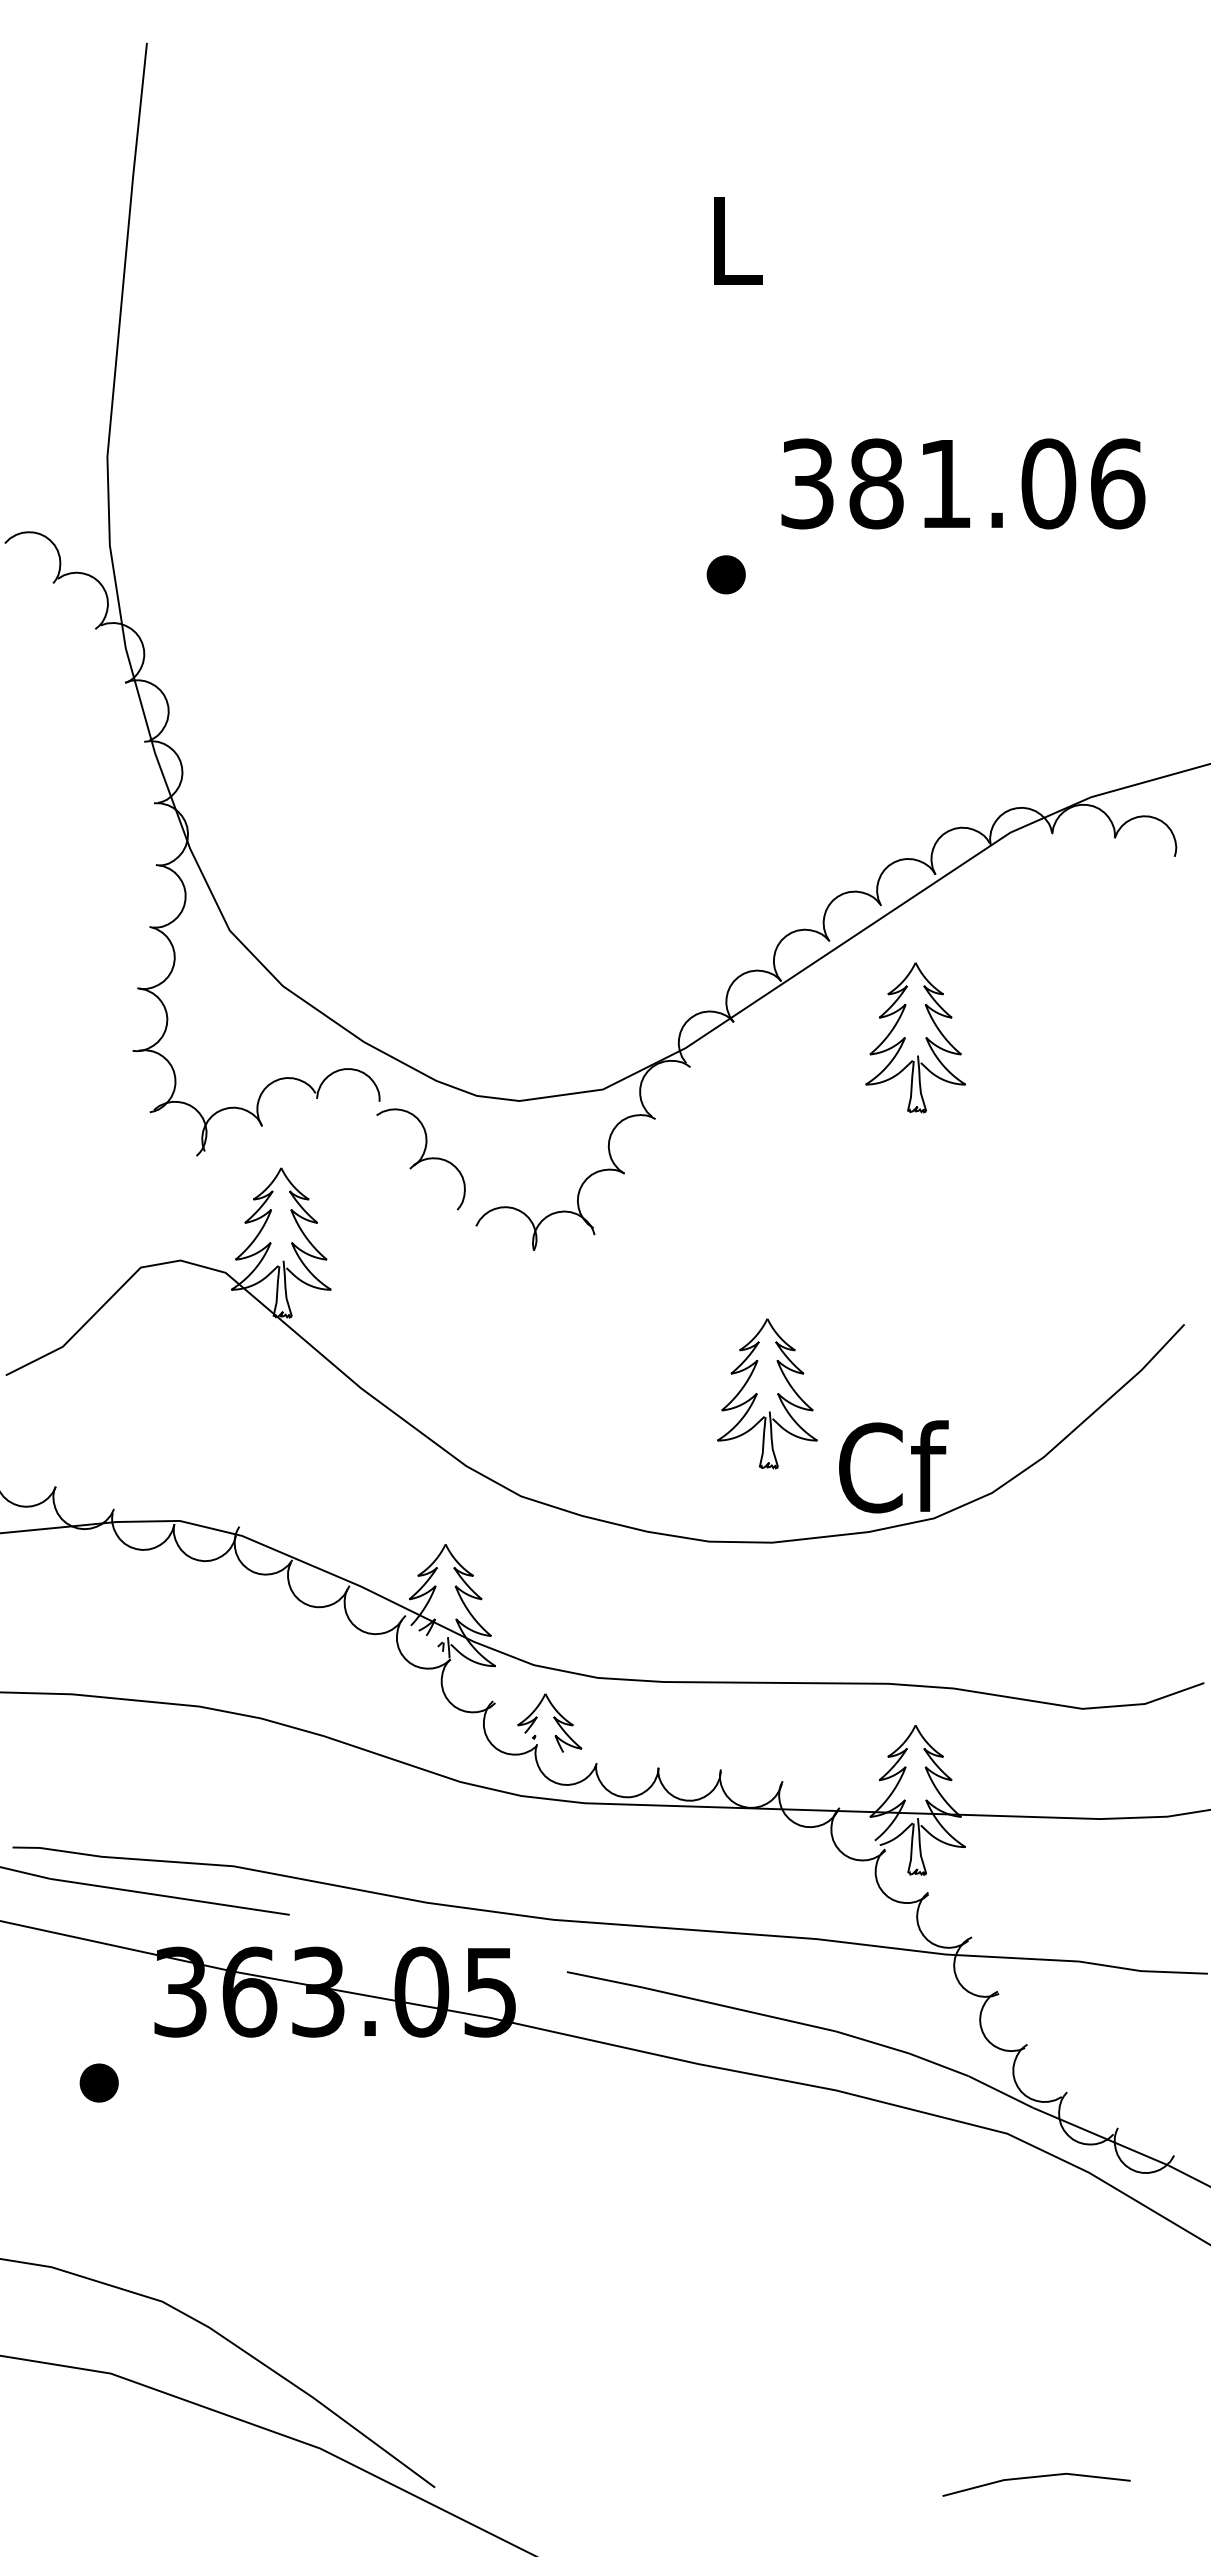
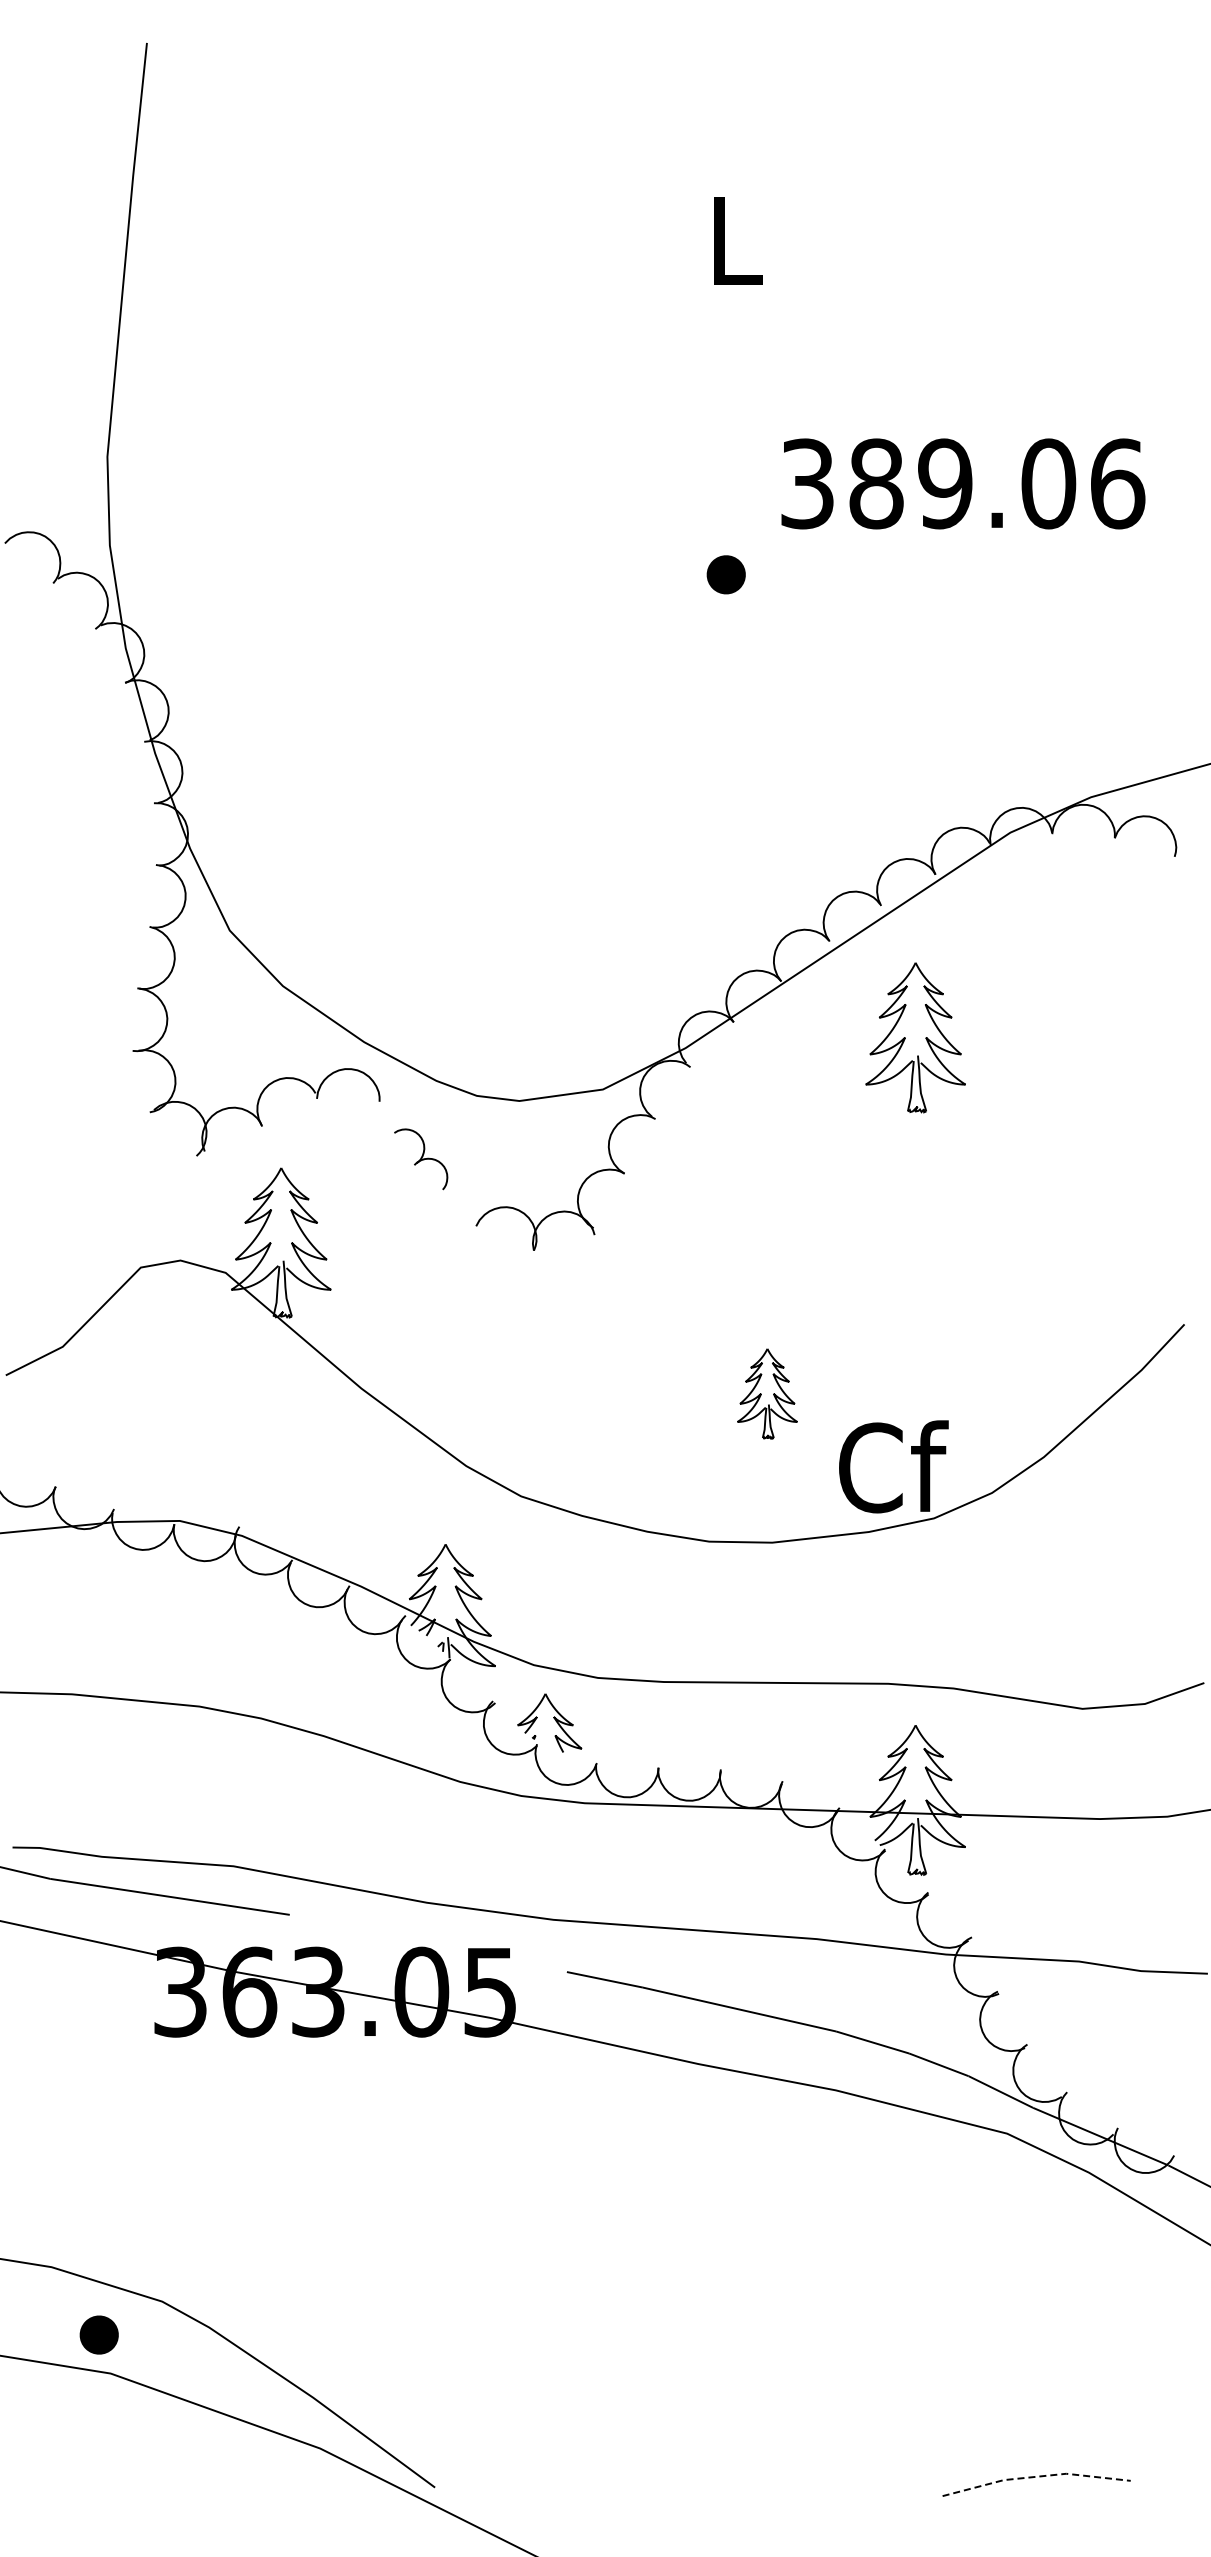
text at (945, 483): 381.06 -> 389.06
part at (420, 1159) size: 90x103 px -> 55x63 px
part at (767, 1393) size: 101x152 px -> 61x92 px
part at (98, 2082) position: (98, 2082) -> (98, 2334)
line at (1035, 2476): solid -> dashed
